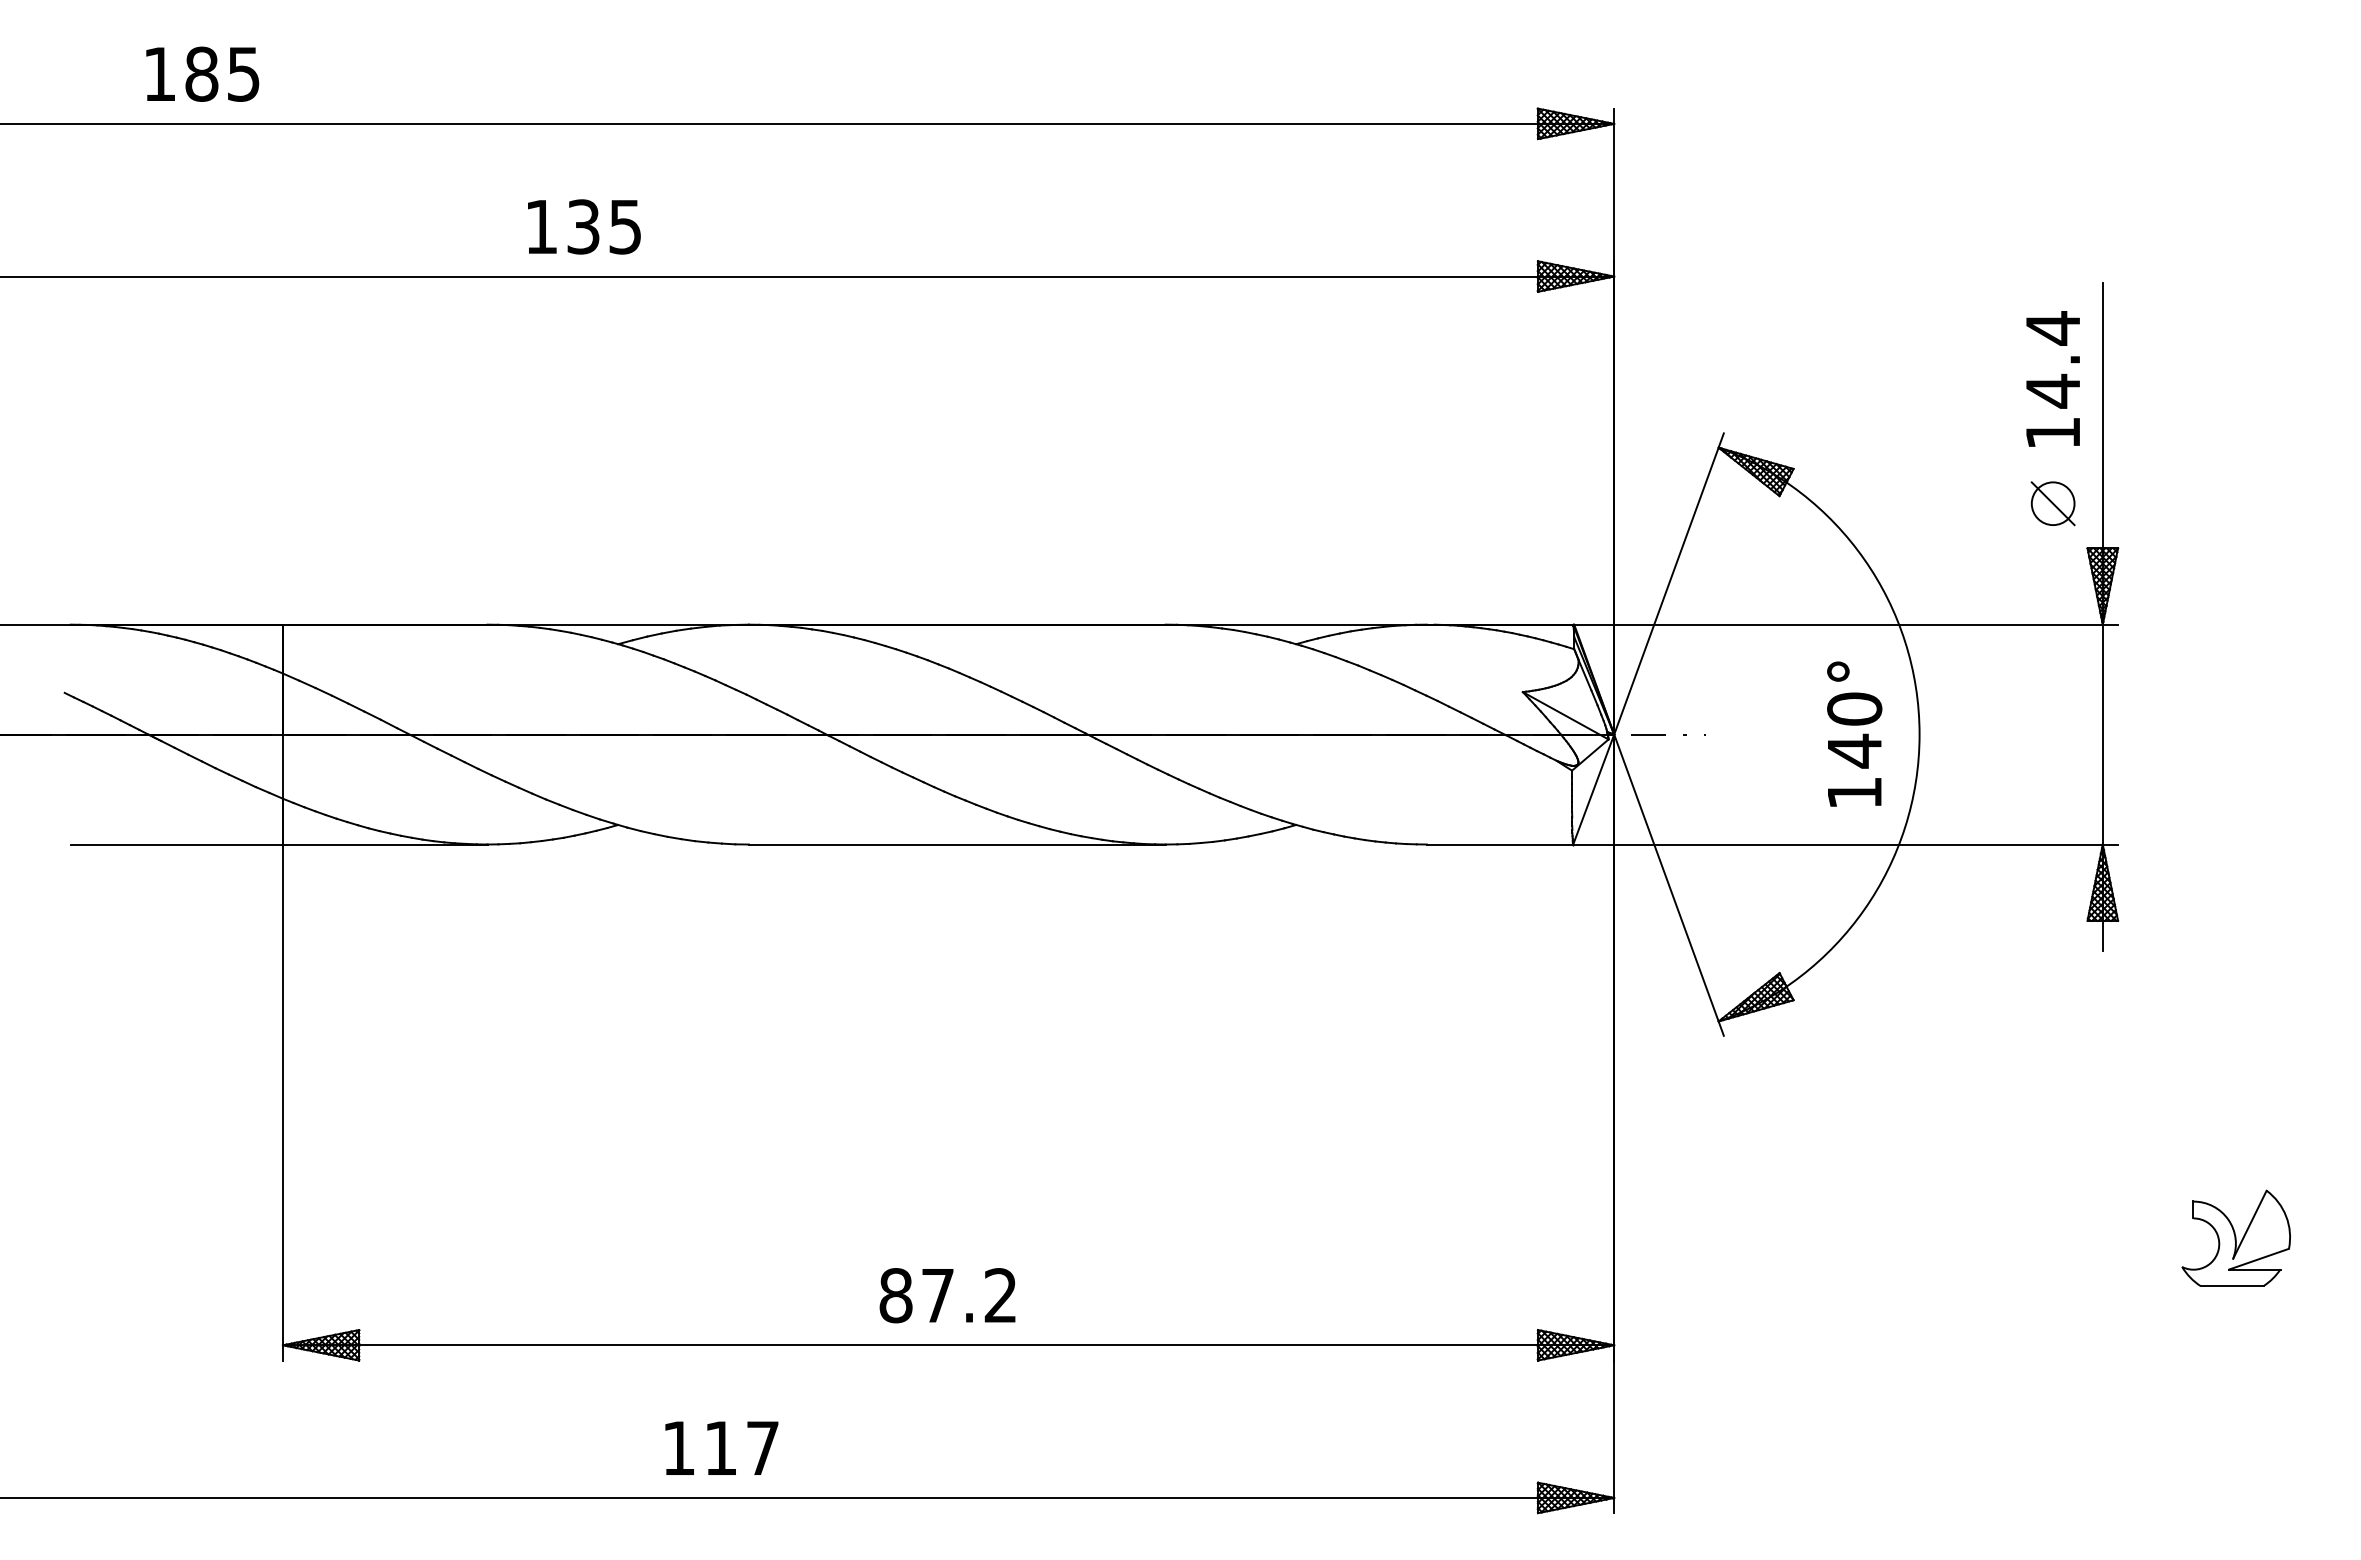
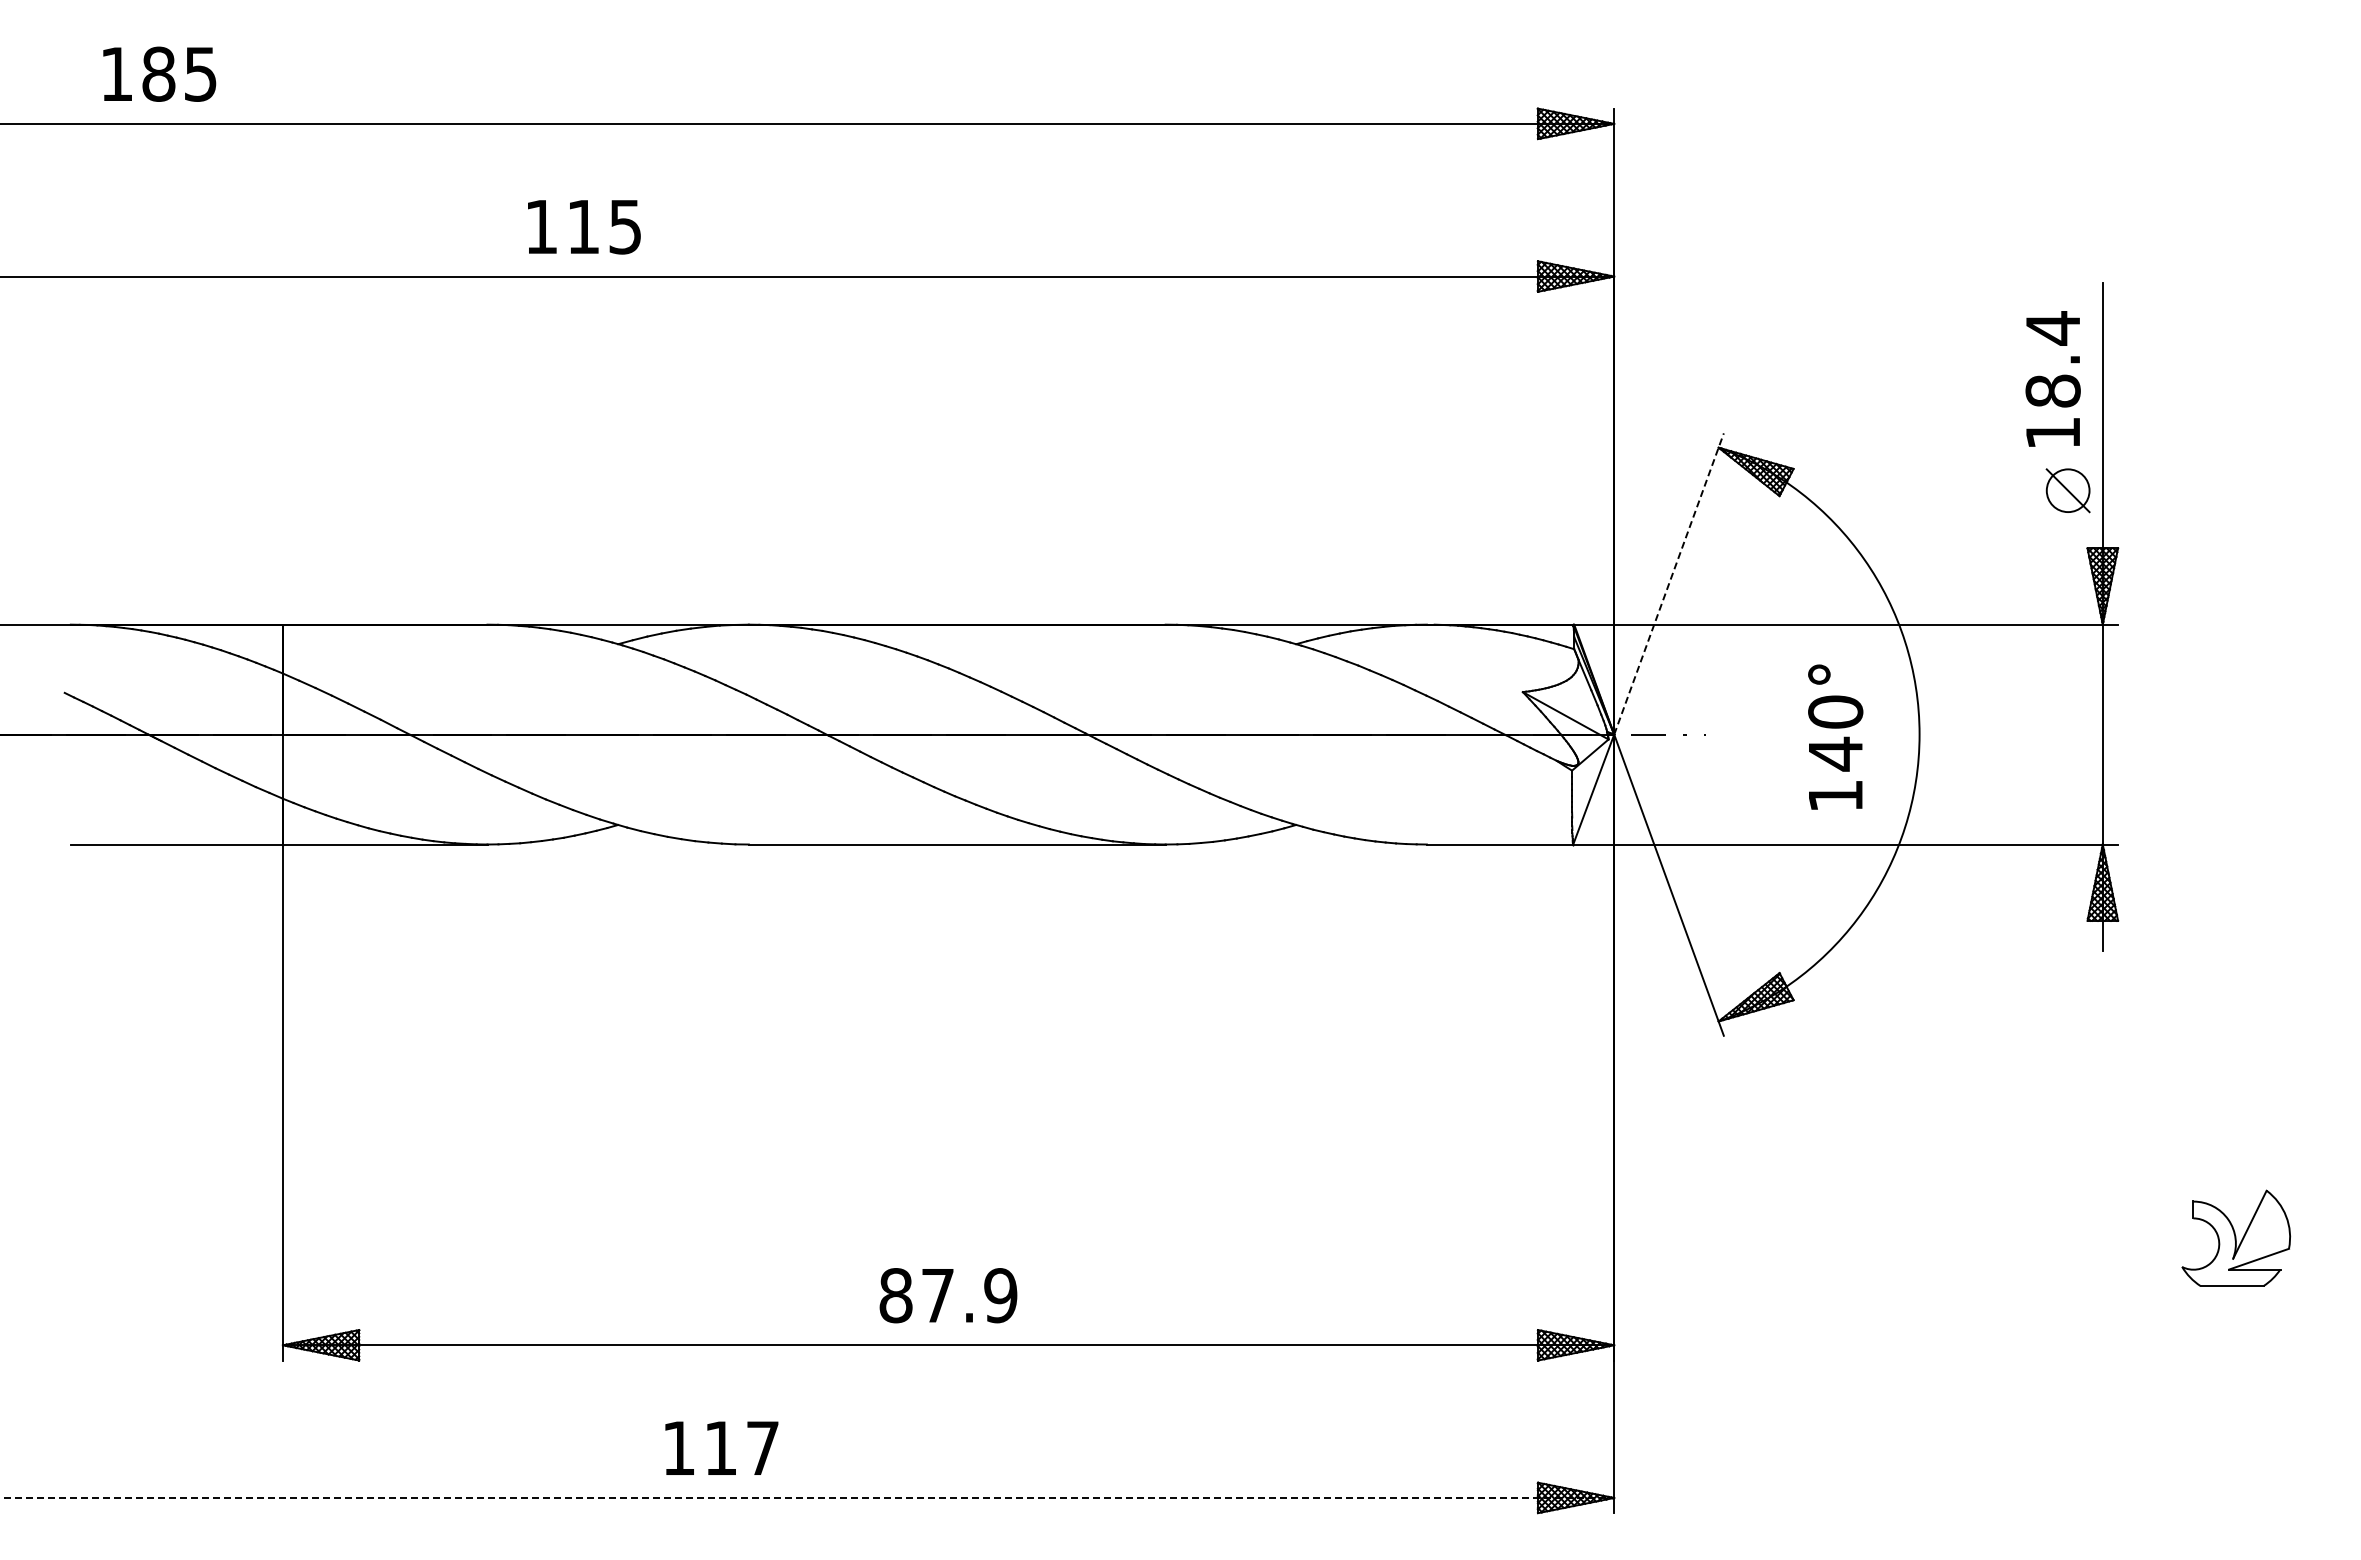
text at (202, 73) position: (202, 73) -> (159, 73)
text at (583, 226): 135 -> 115
text at (2052, 390): 14.4 -> 18.4
part at (2052, 503) position: (2052, 503) -> (2067, 490)
line at (1669, 583): solid -> dashed
text at (1854, 733) position: (1854, 733) -> (1835, 736)
text at (1000, 1295): 87.2 -> 87.9
line at (807, 1497): solid -> dashed
